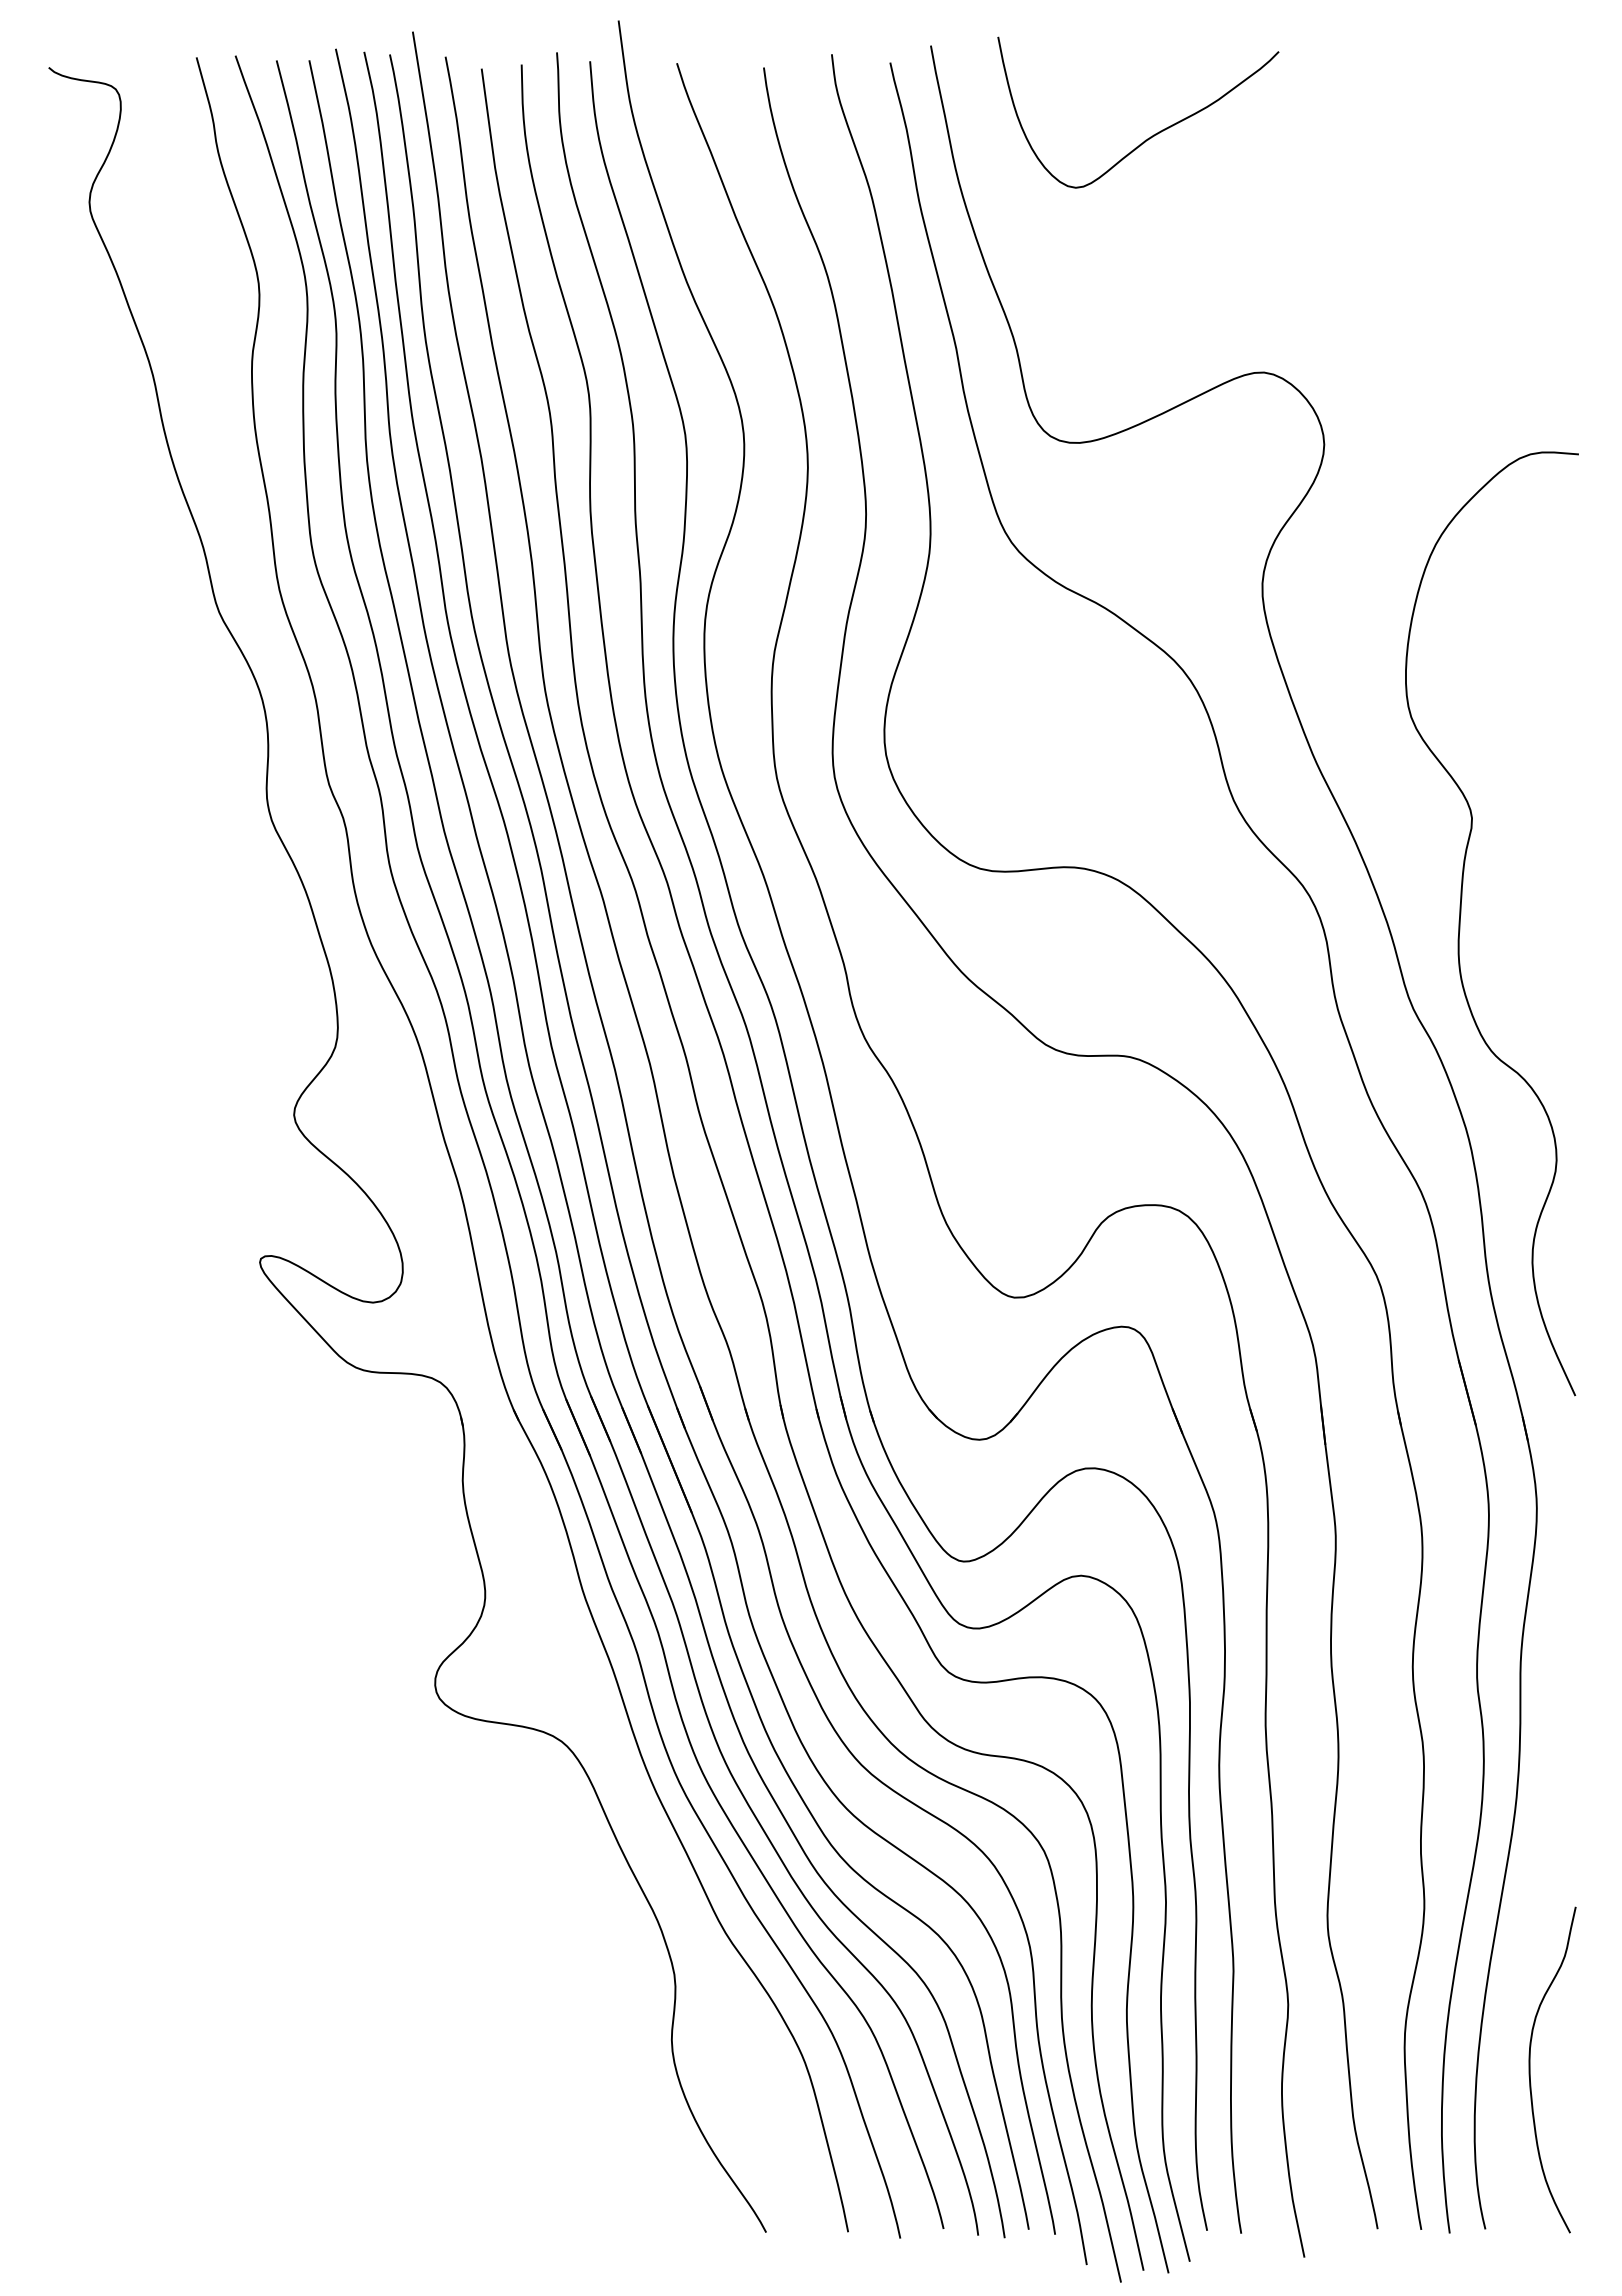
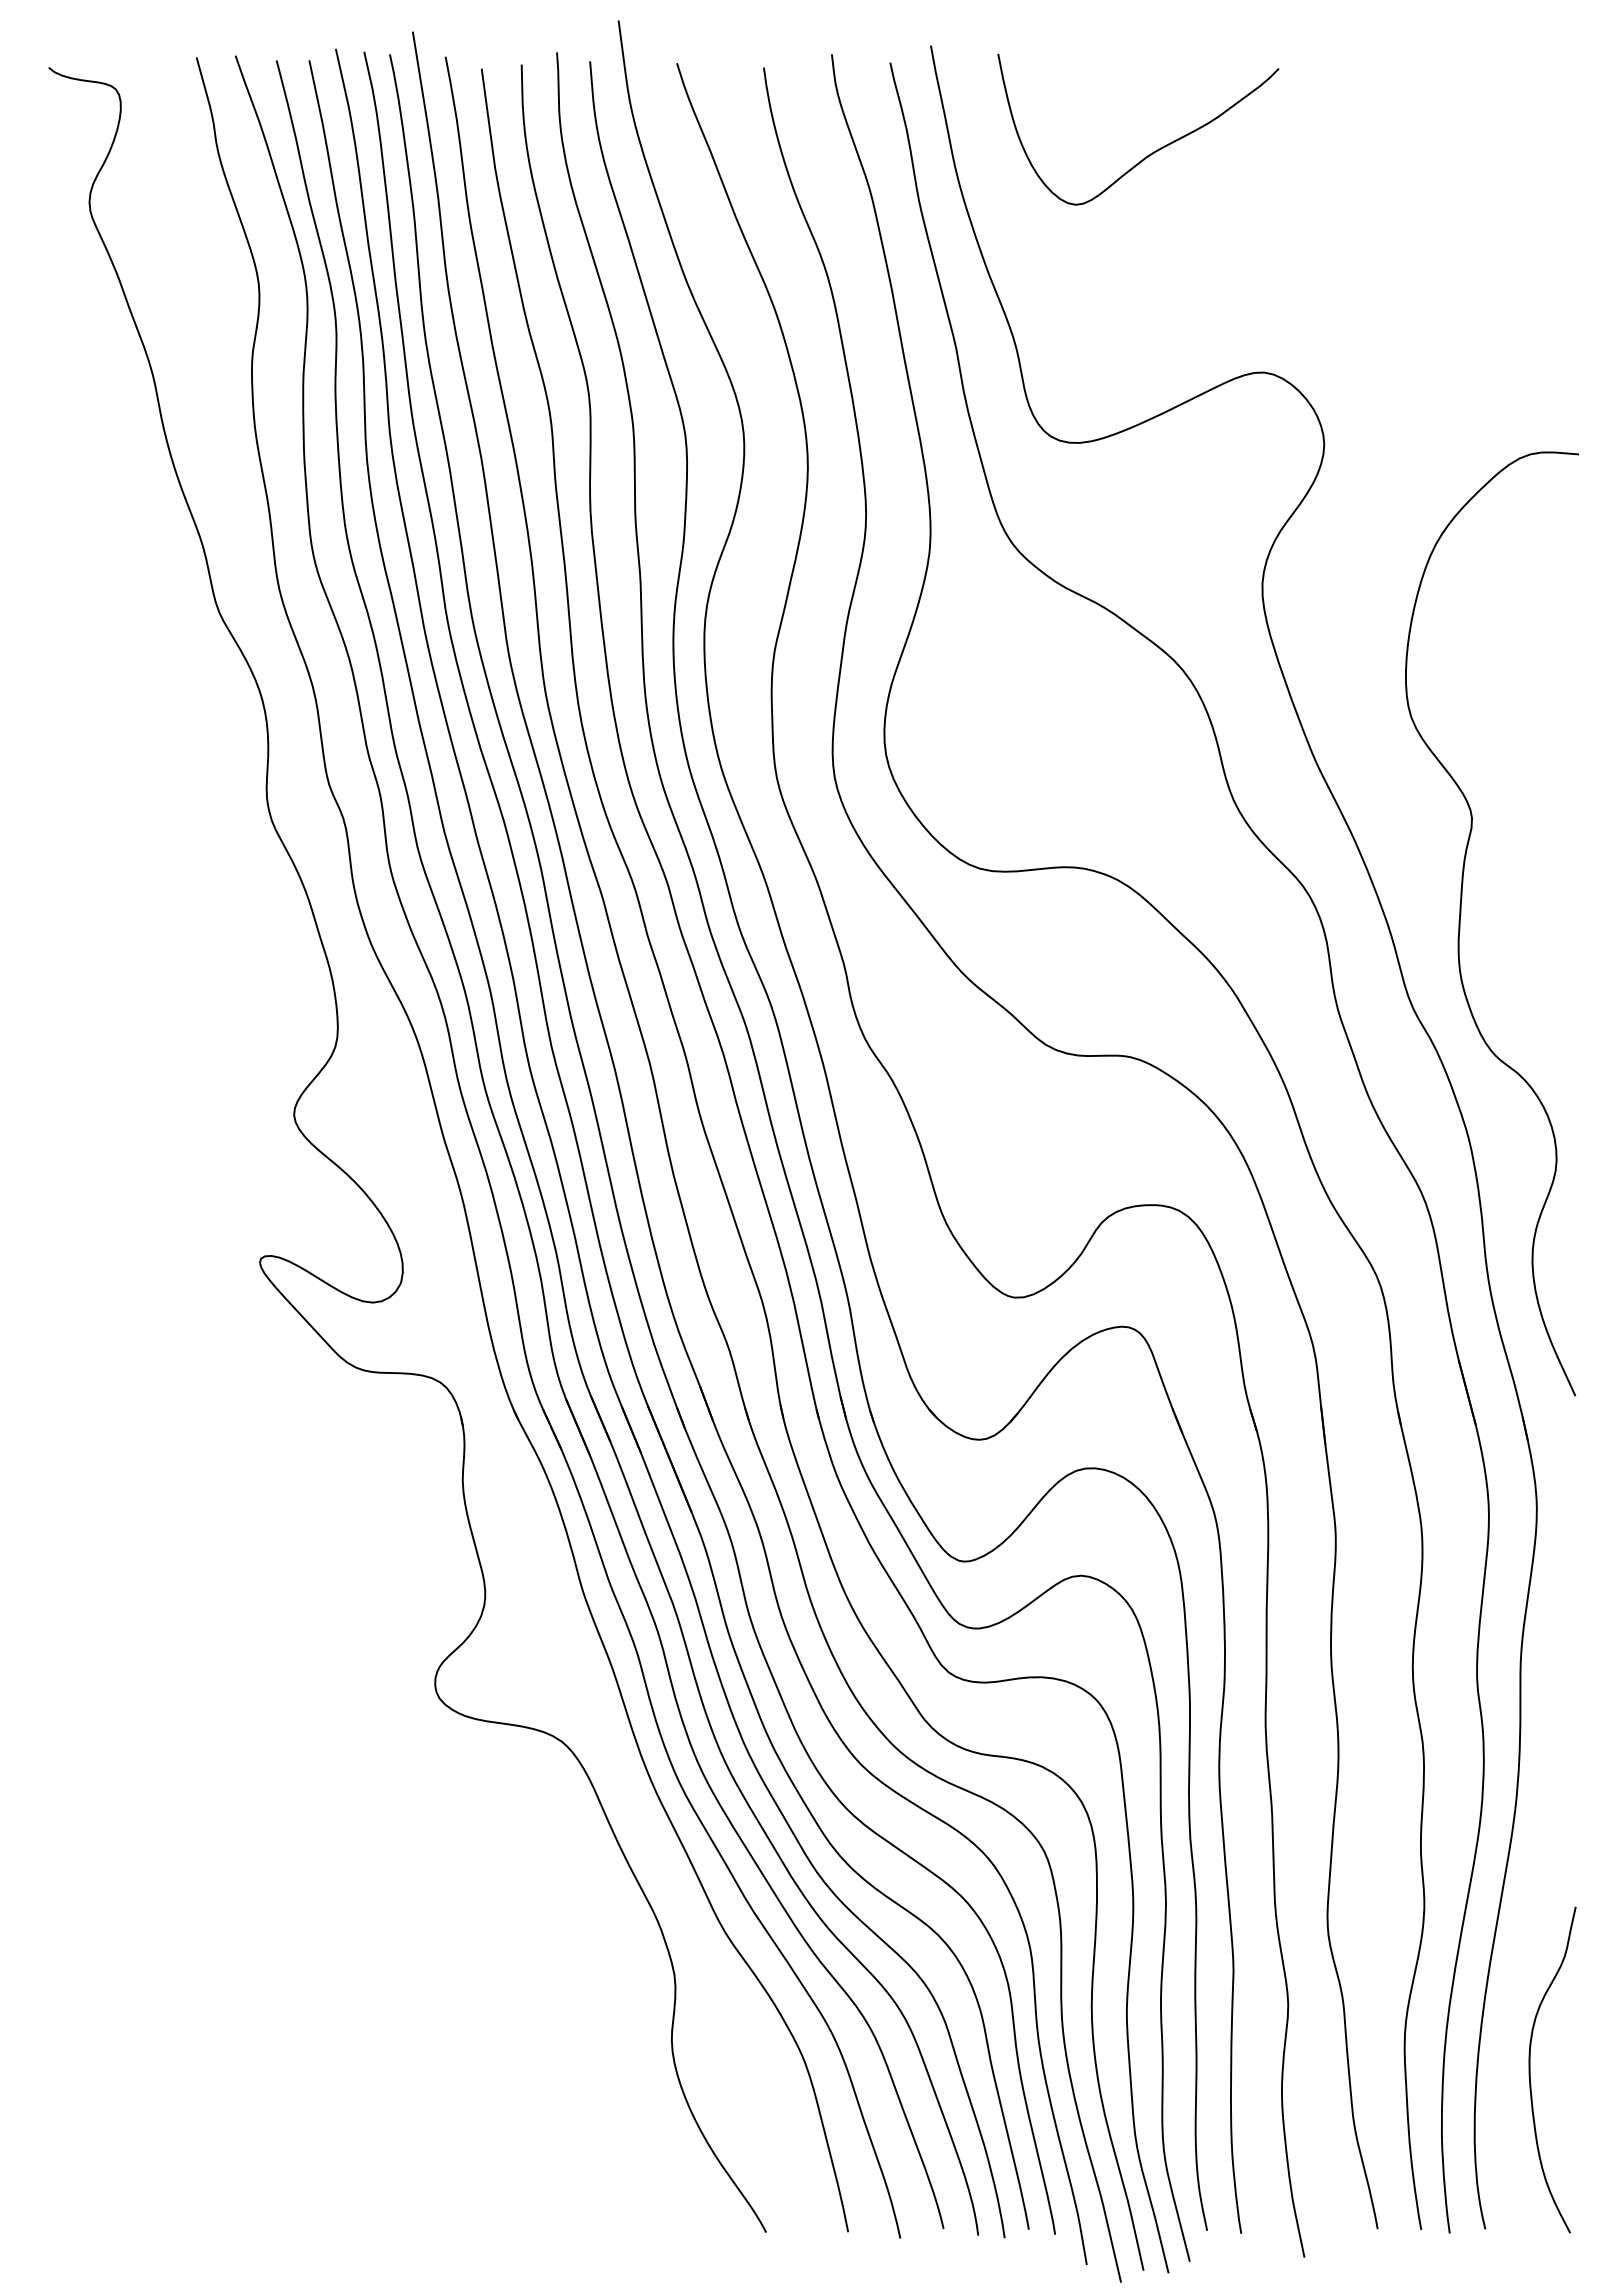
curve at (1153, 134) position: (1153, 134) -> (1153, 151)
